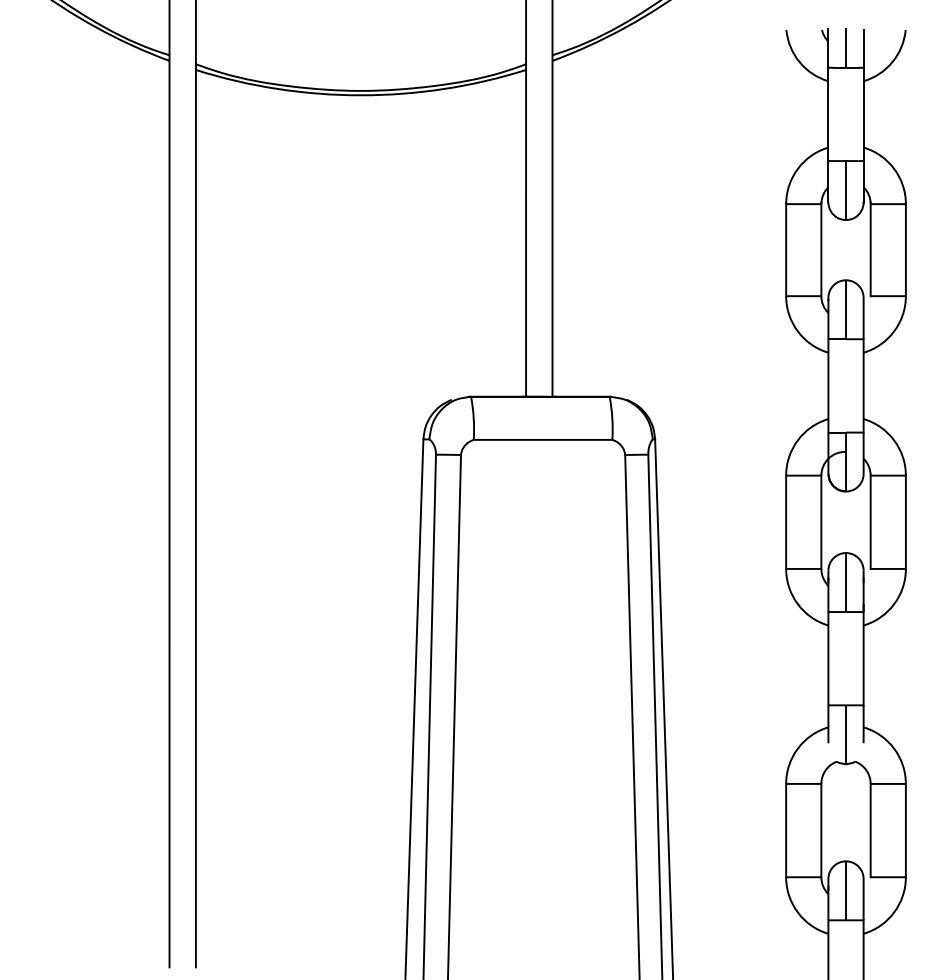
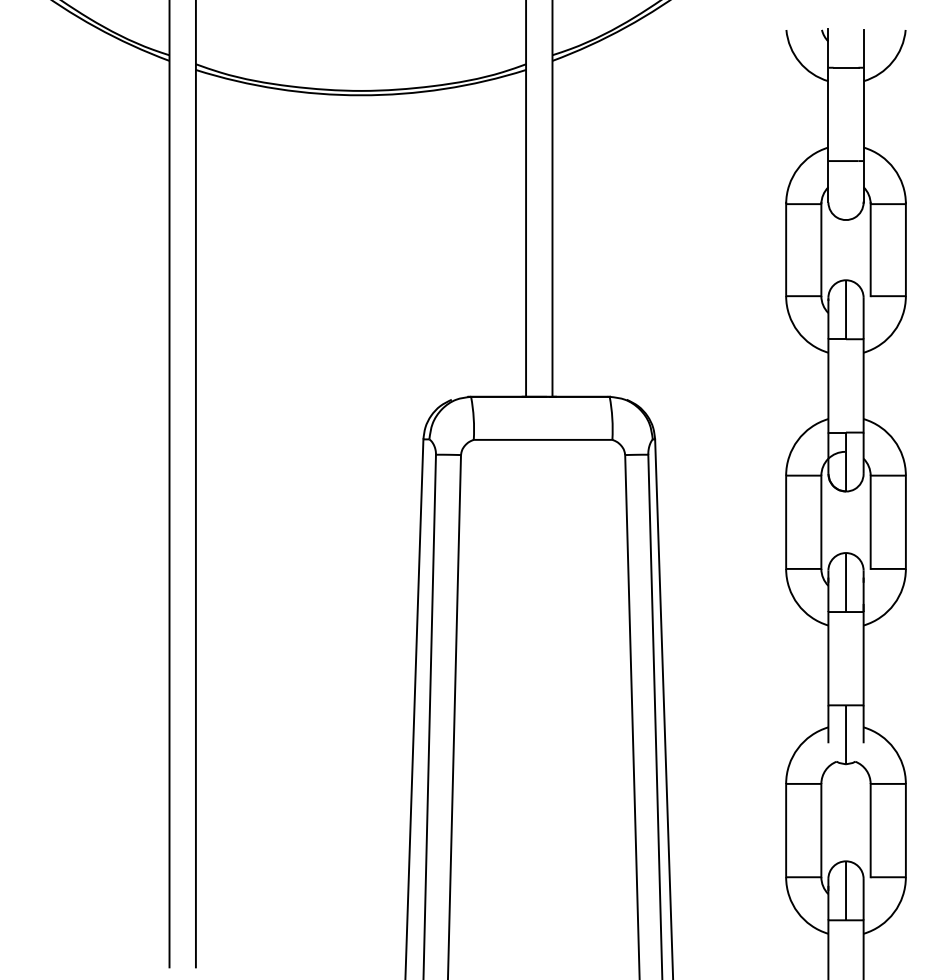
line at (846, 48): present -> none
line at (846, 190): present -> none
